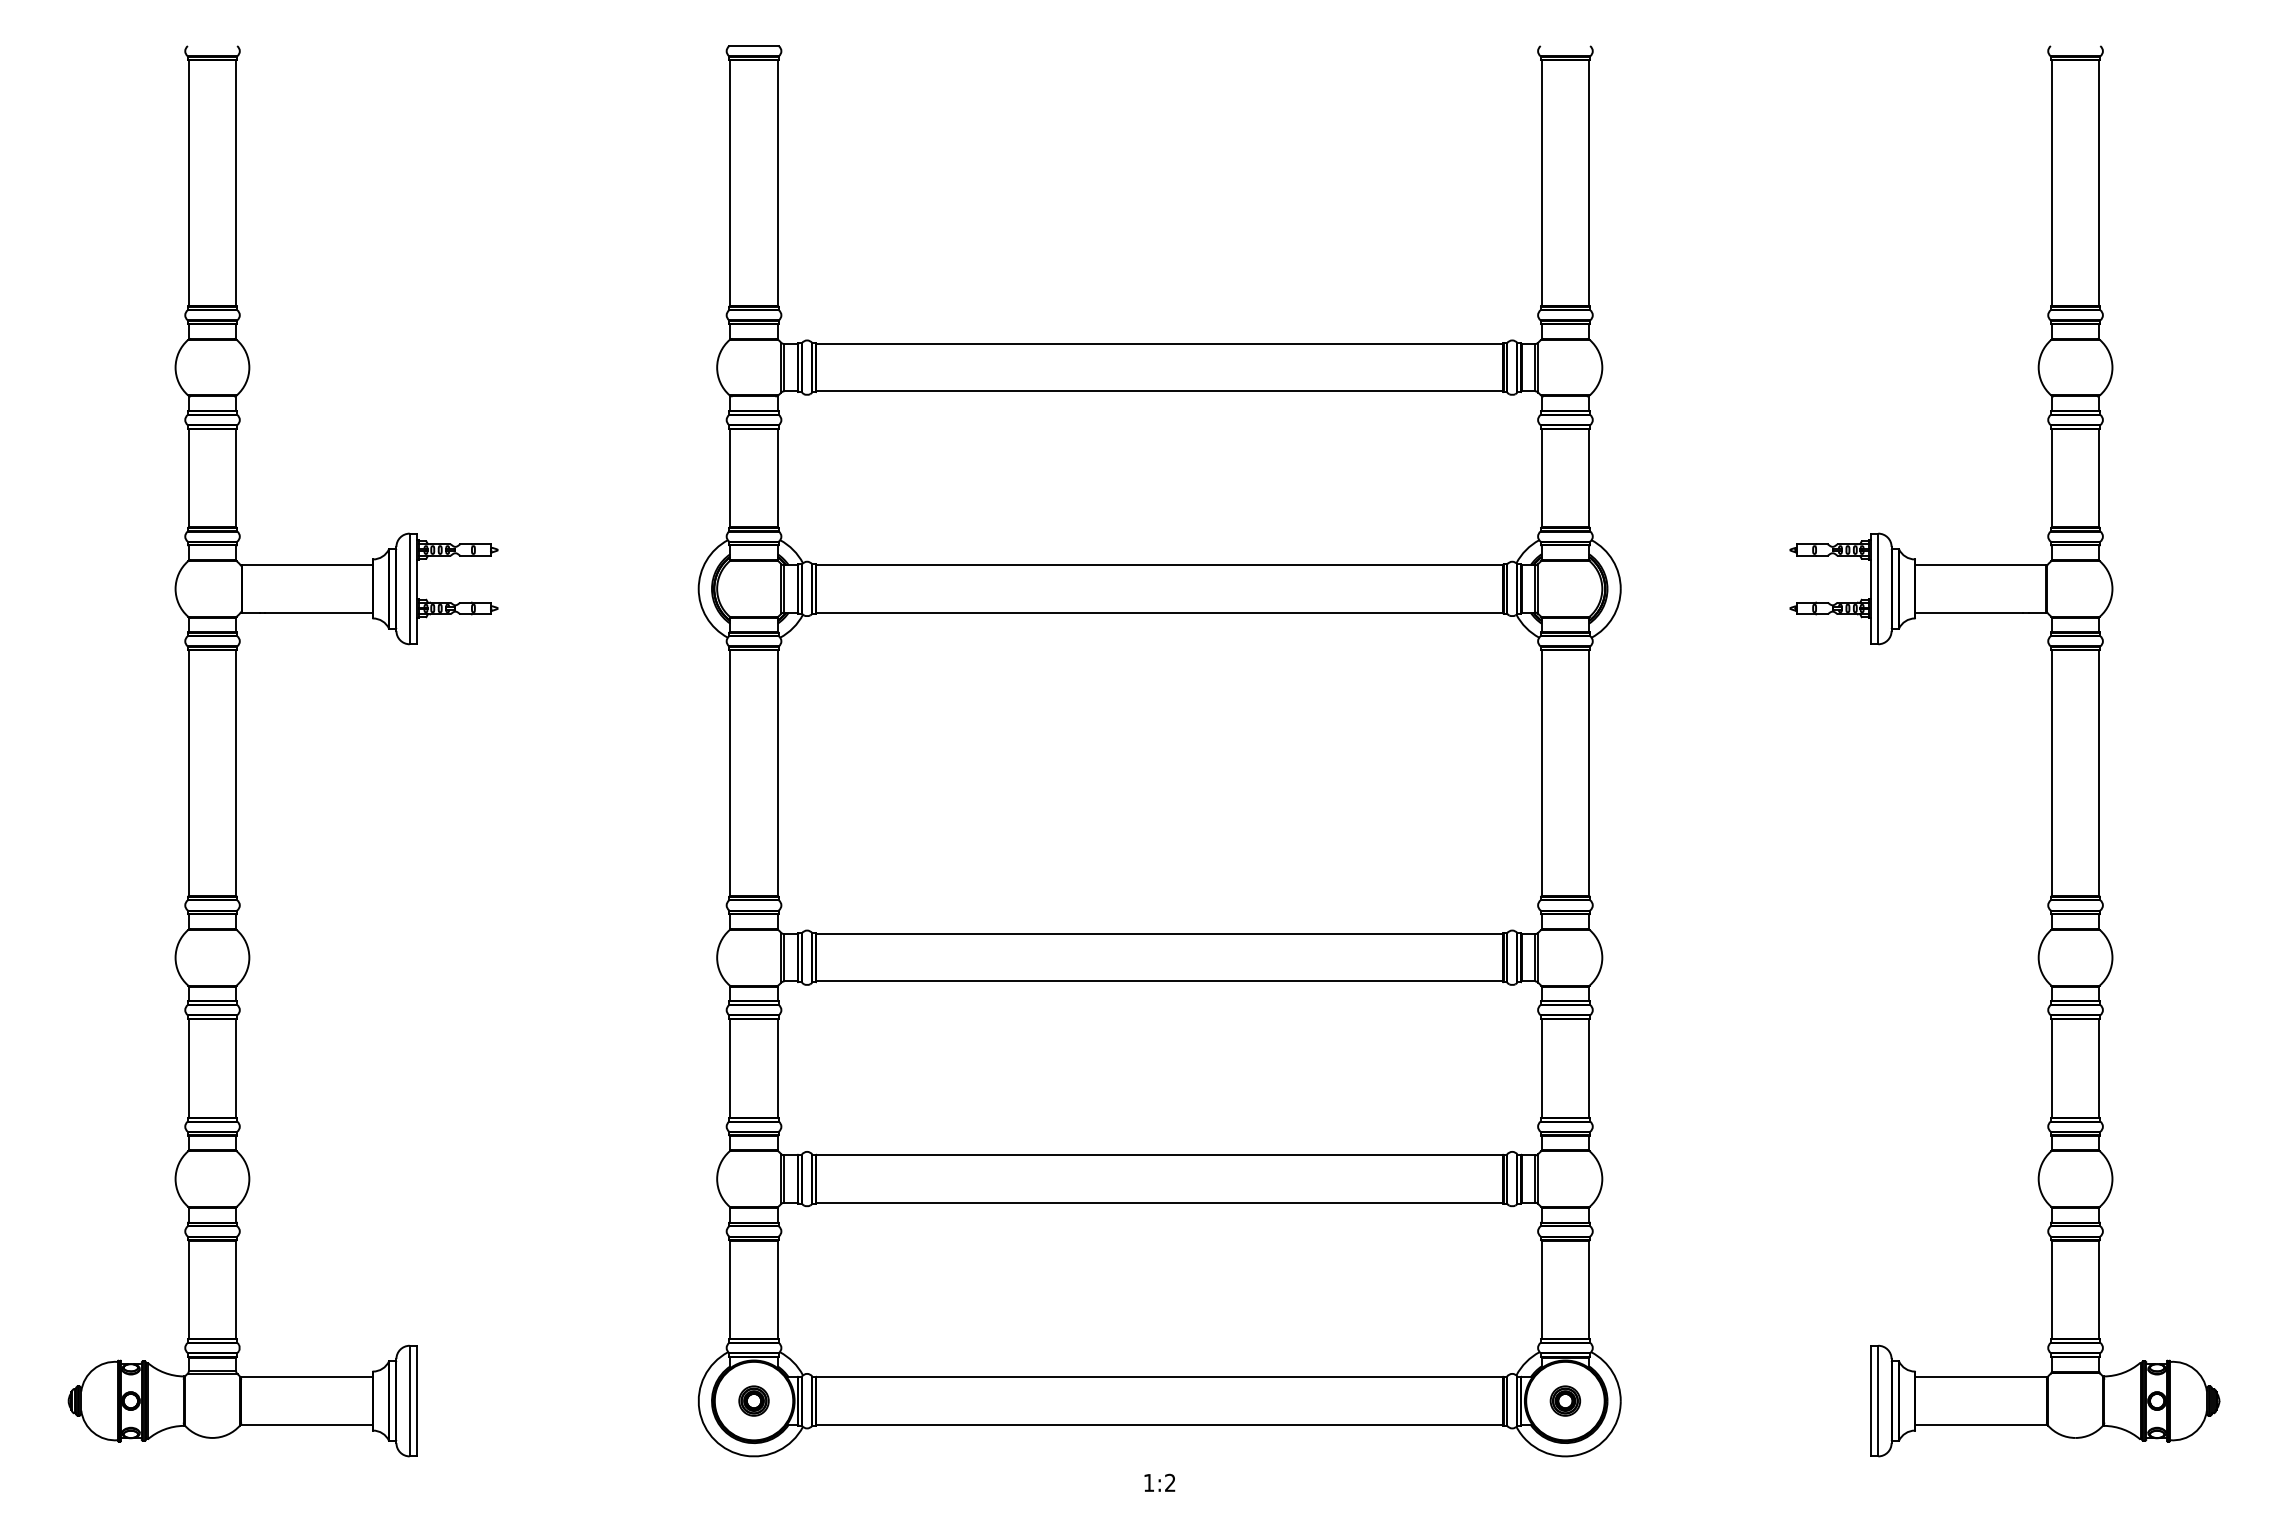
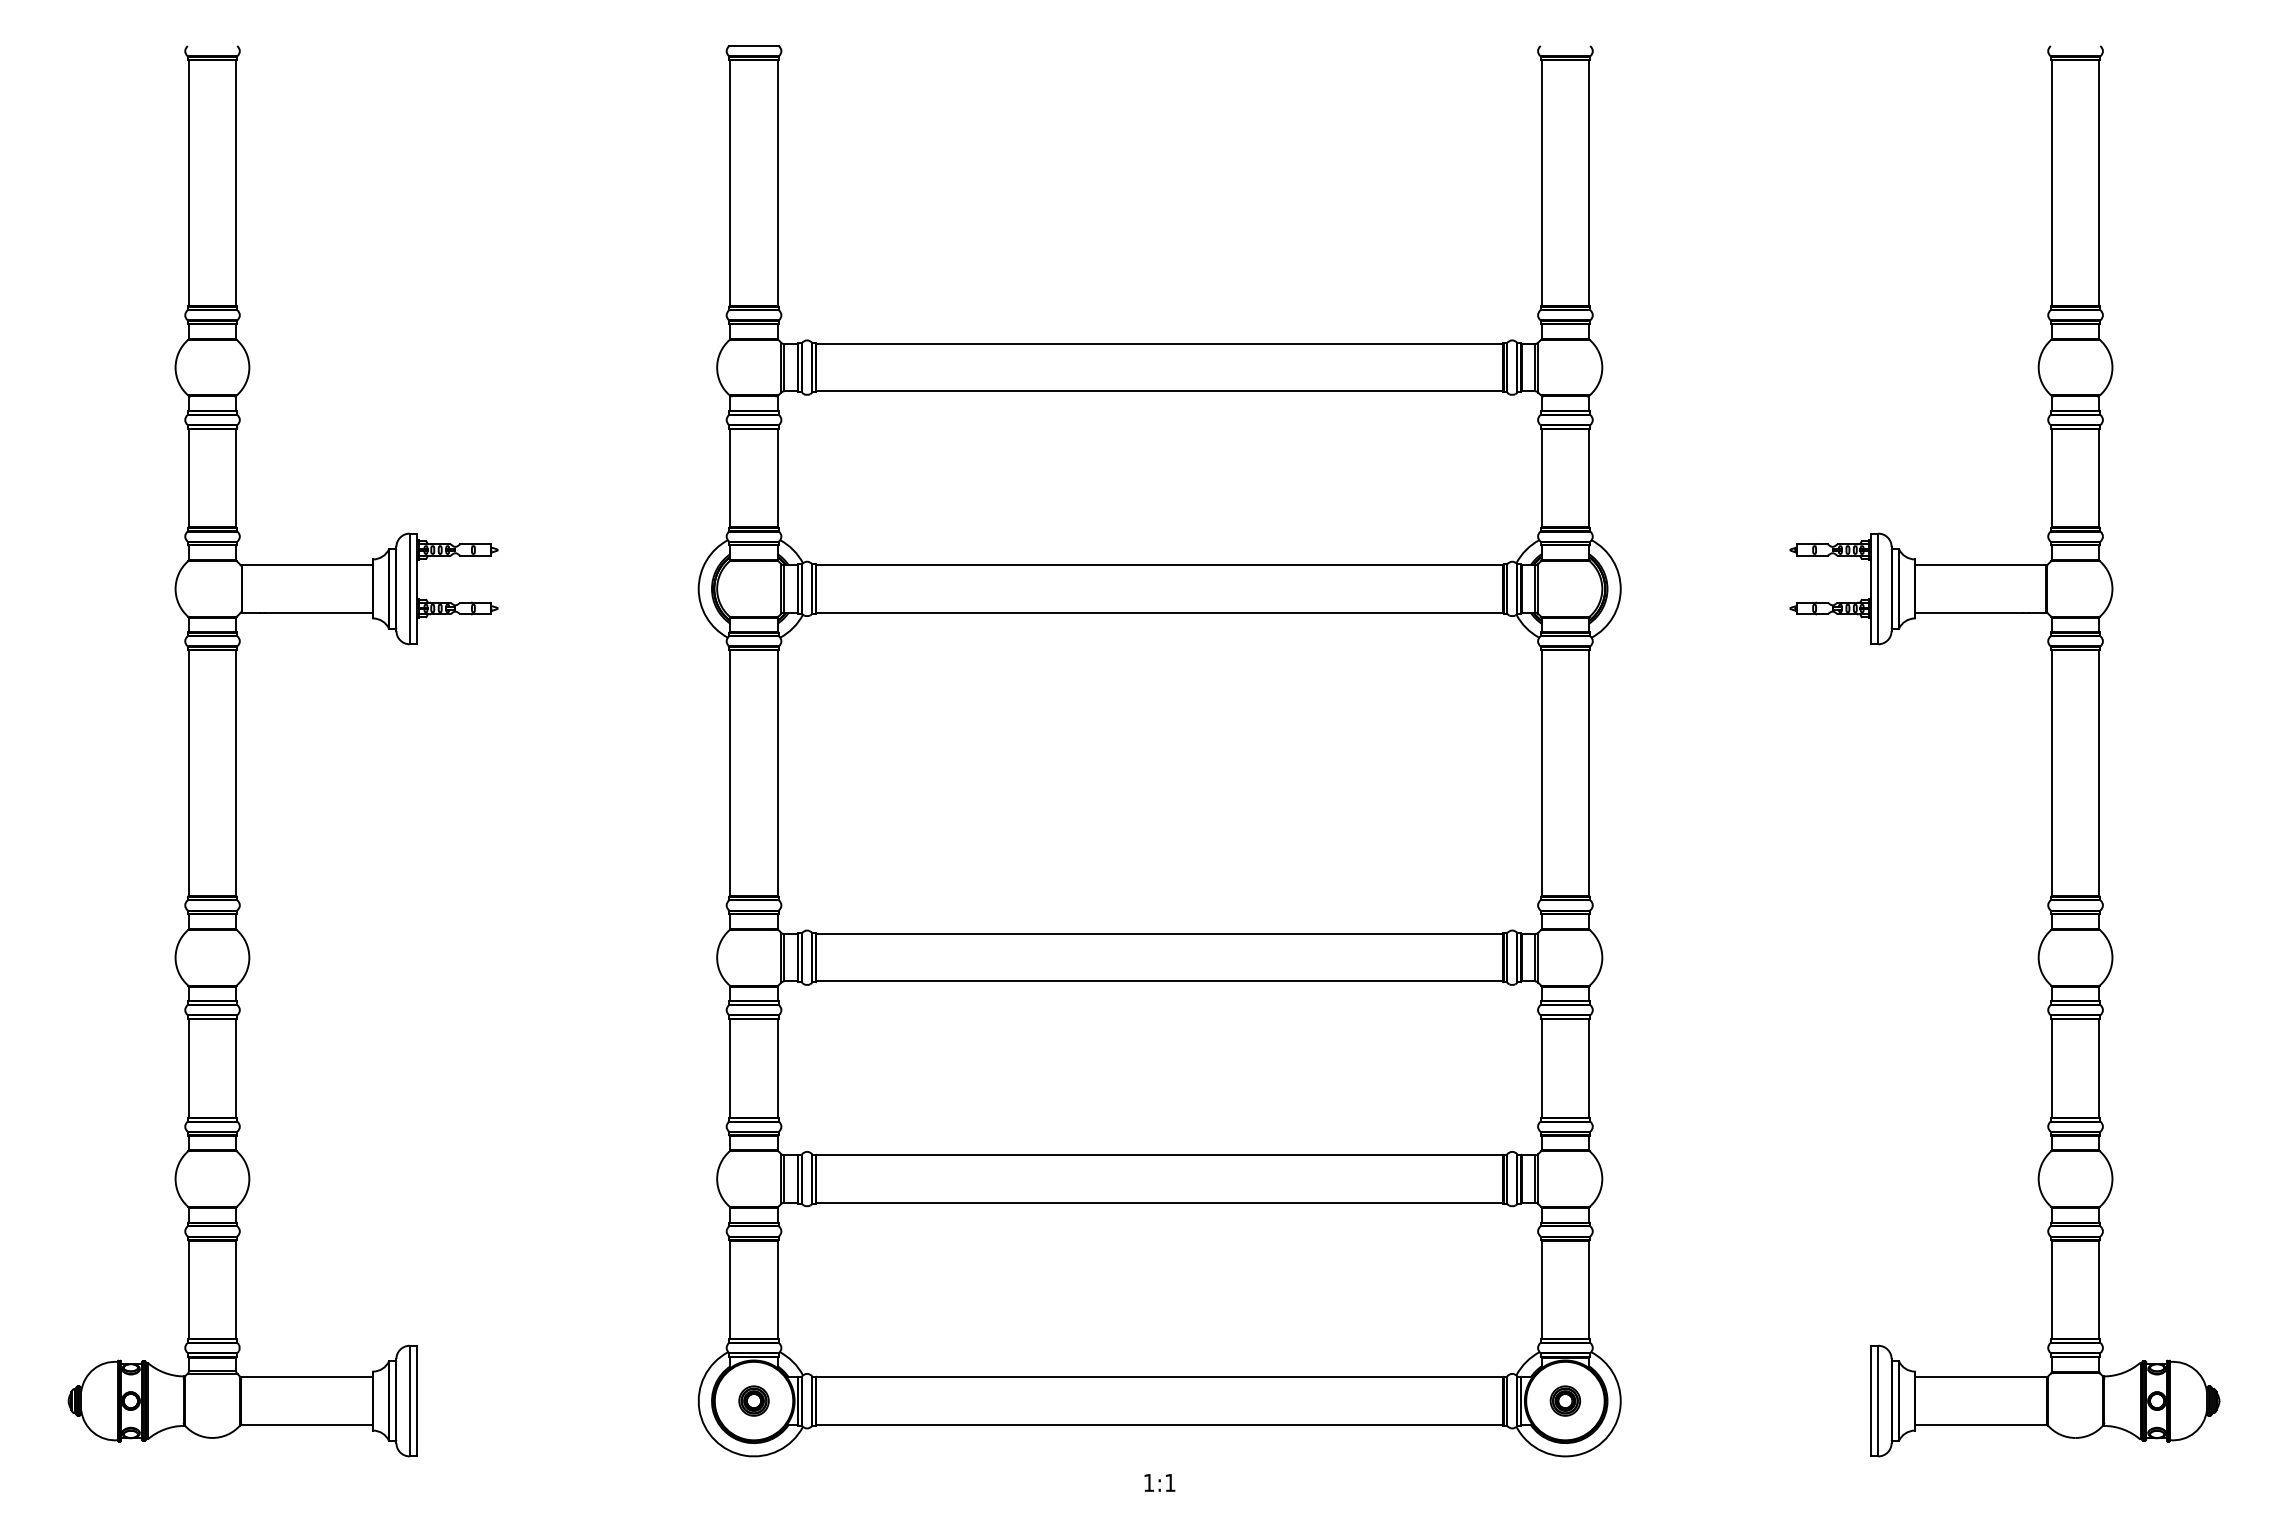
text at (1170, 1482): 1:2 -> 1:1
